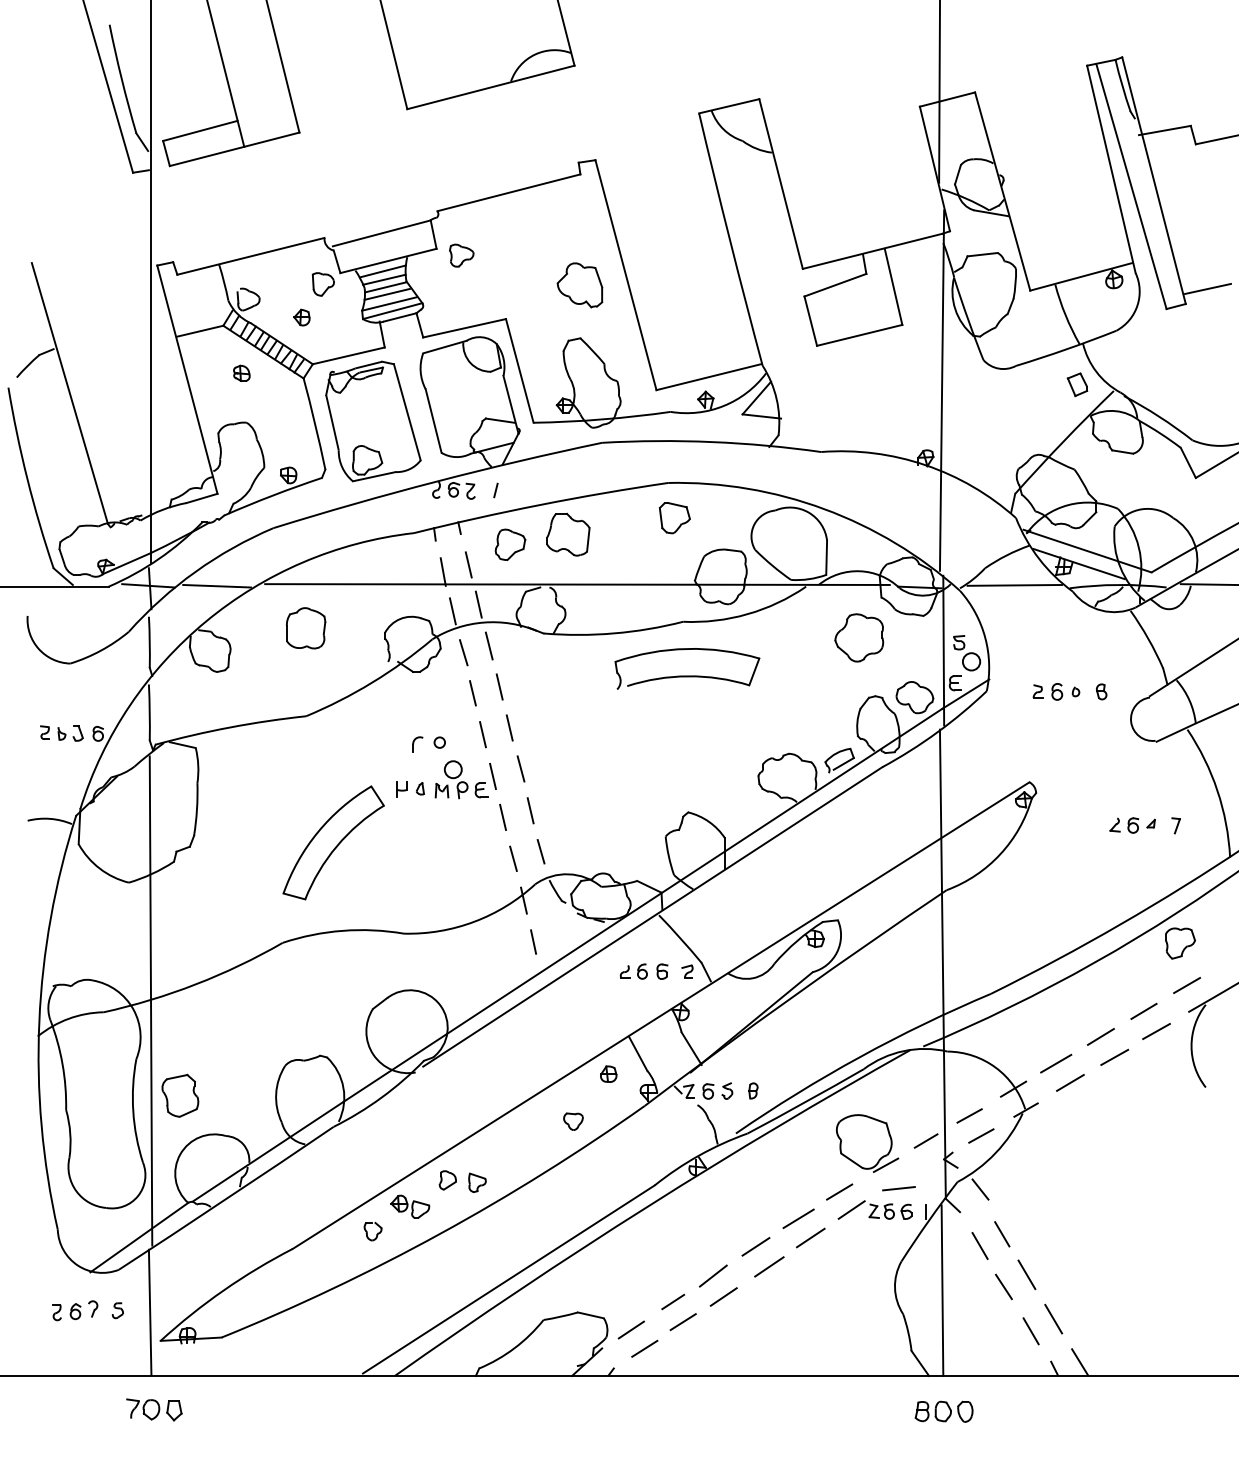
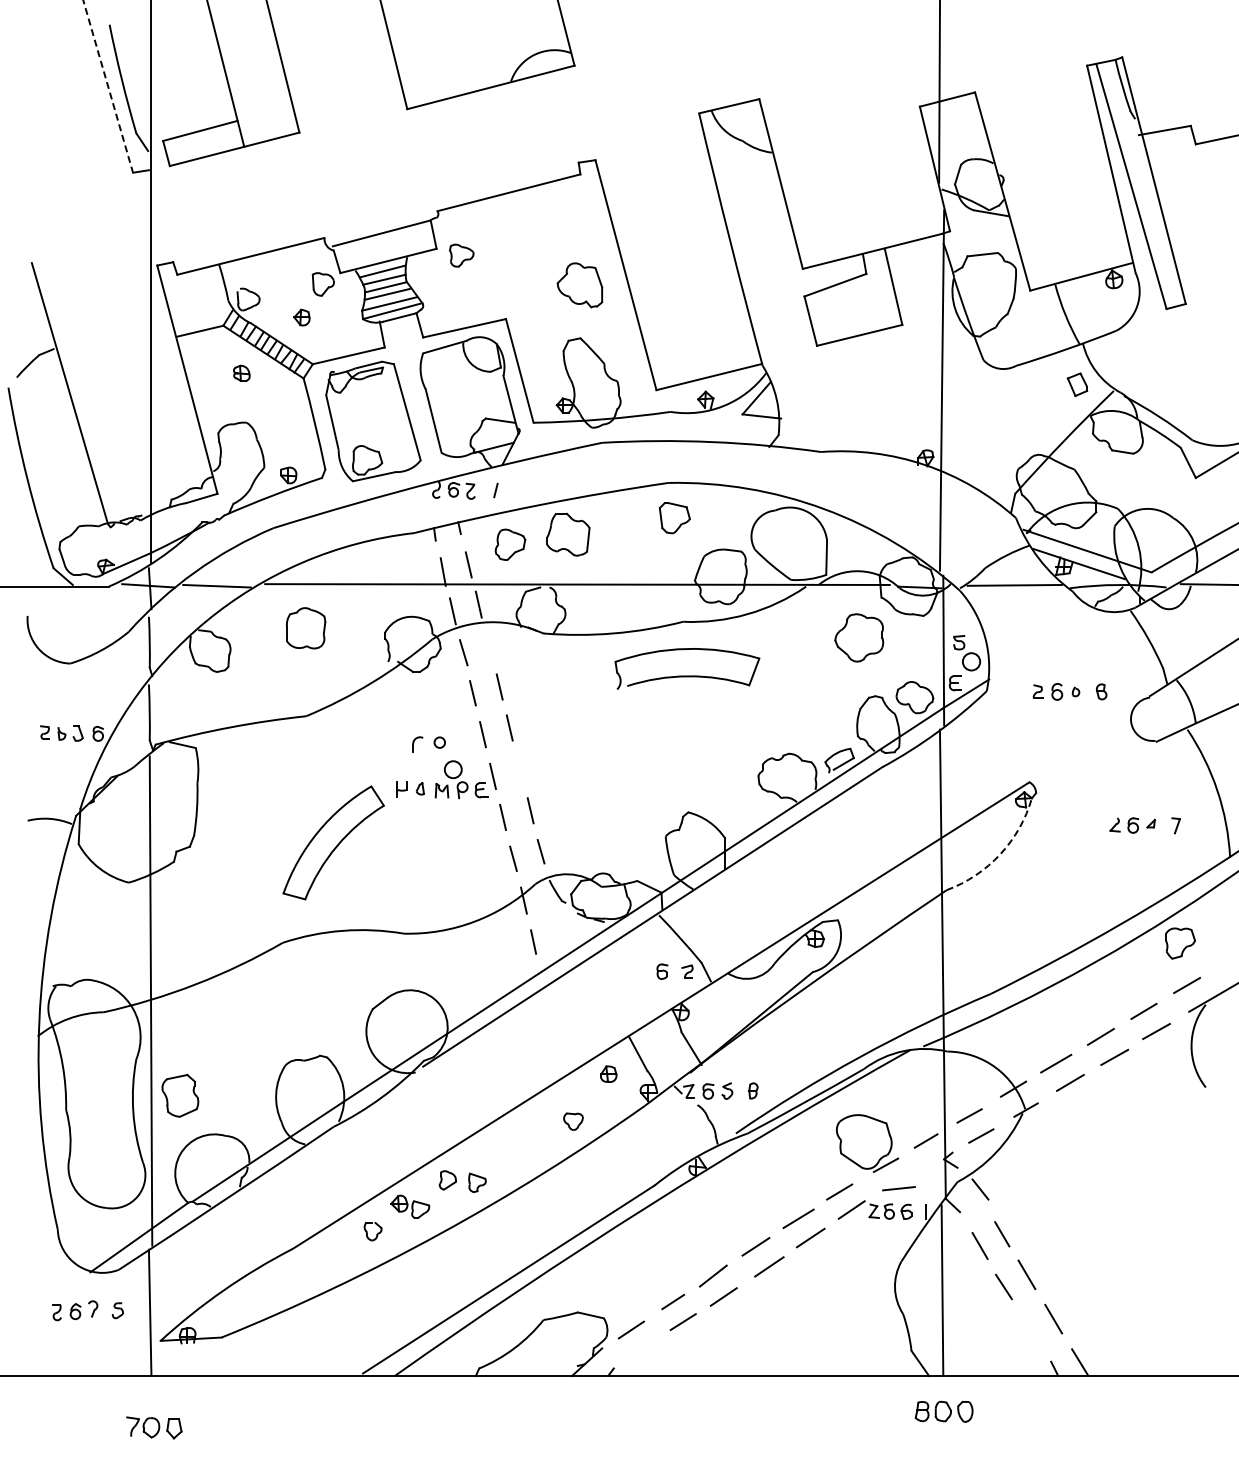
line at (108, 86): solid -> dashed
line at (1207, 288): present -> none
line at (488, 645): present -> none
line at (520, 768): present -> none
arc at (1000, 854): solid -> dashed
part at (633, 971): present -> none
line at (1030, 1331): present -> none
line at (644, 1348): present -> none
part at (154, 1409) position: (154, 1409) -> (154, 1427)
